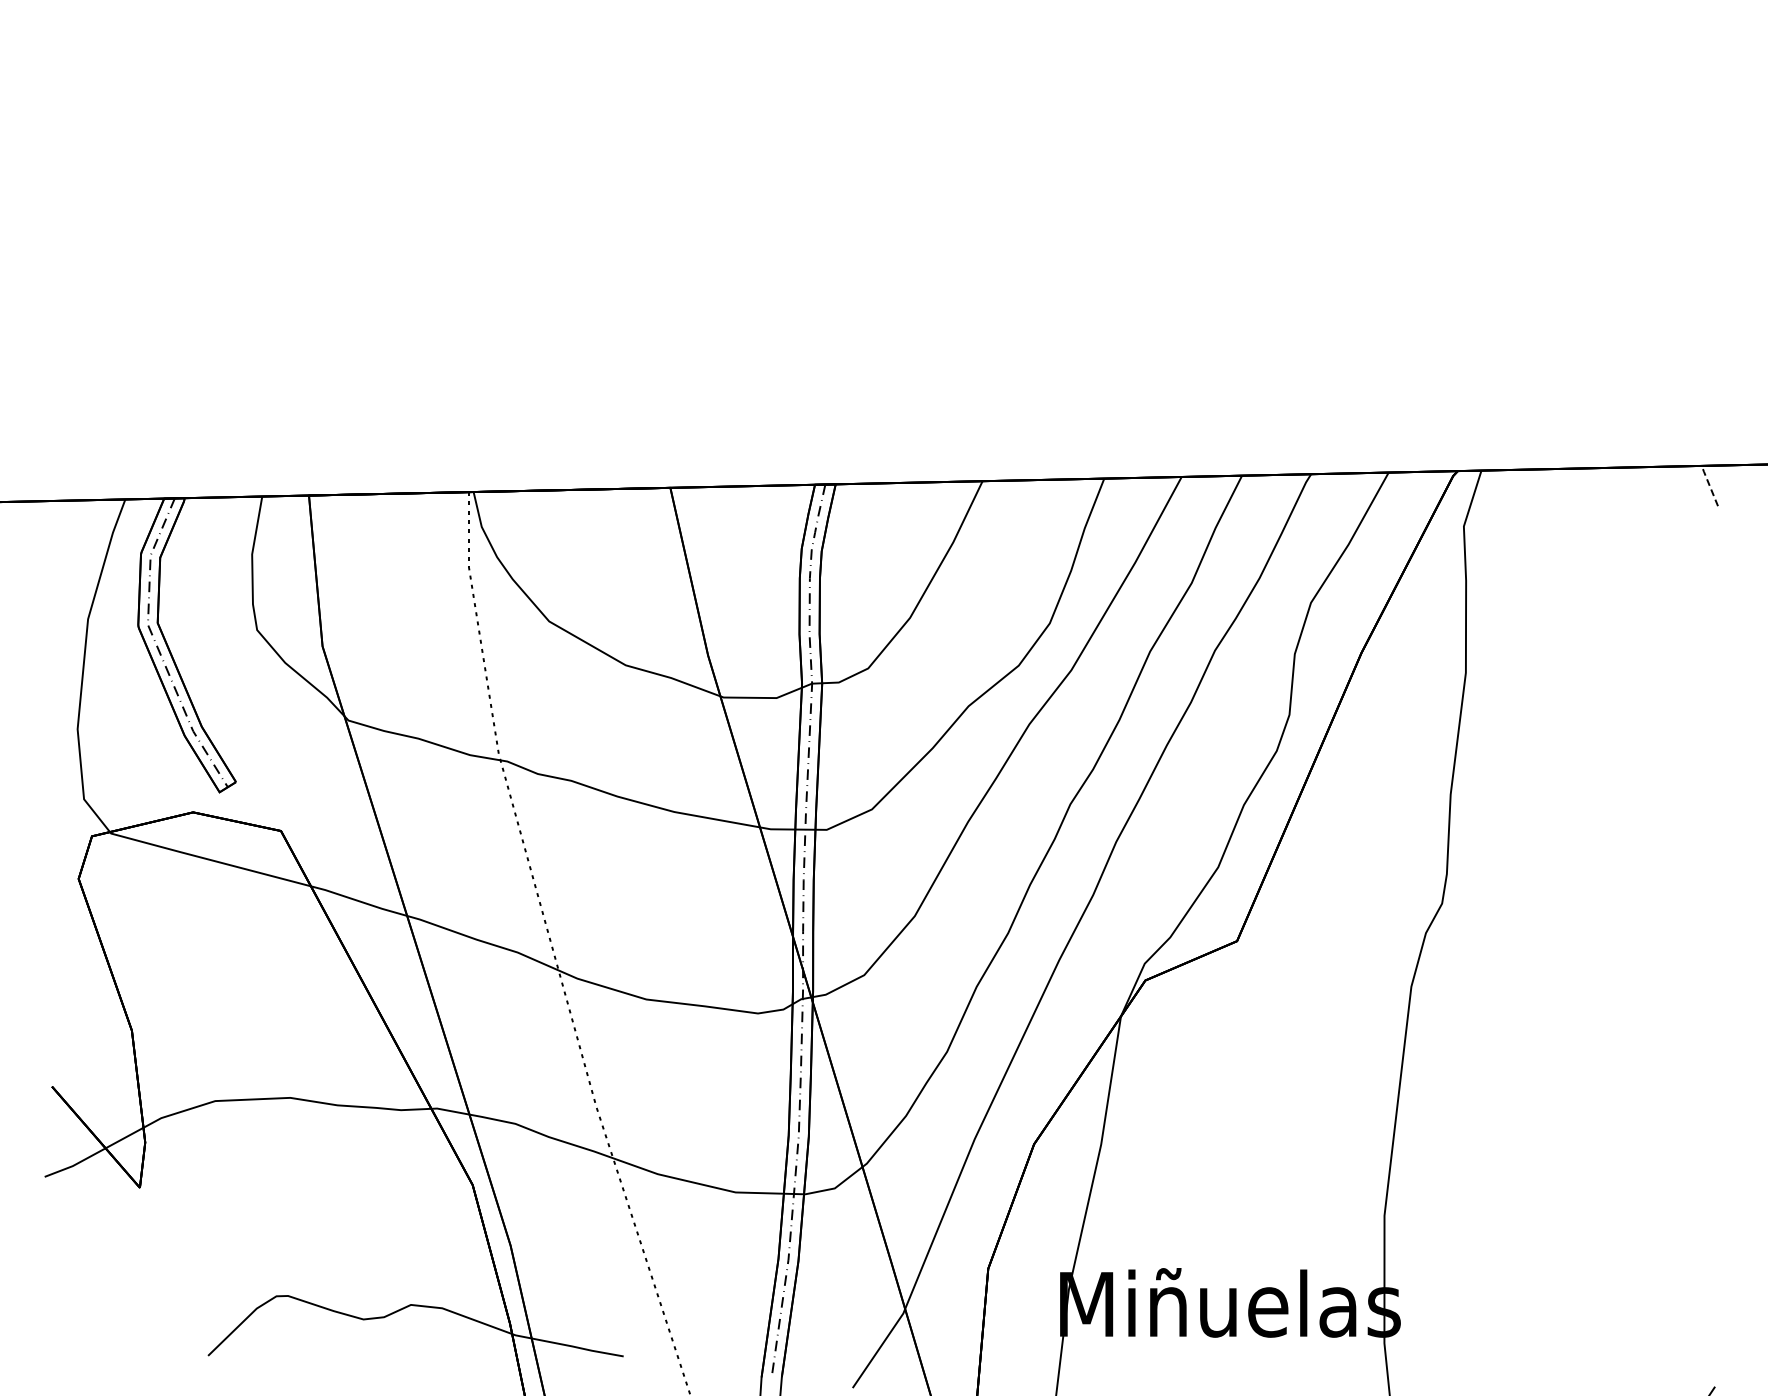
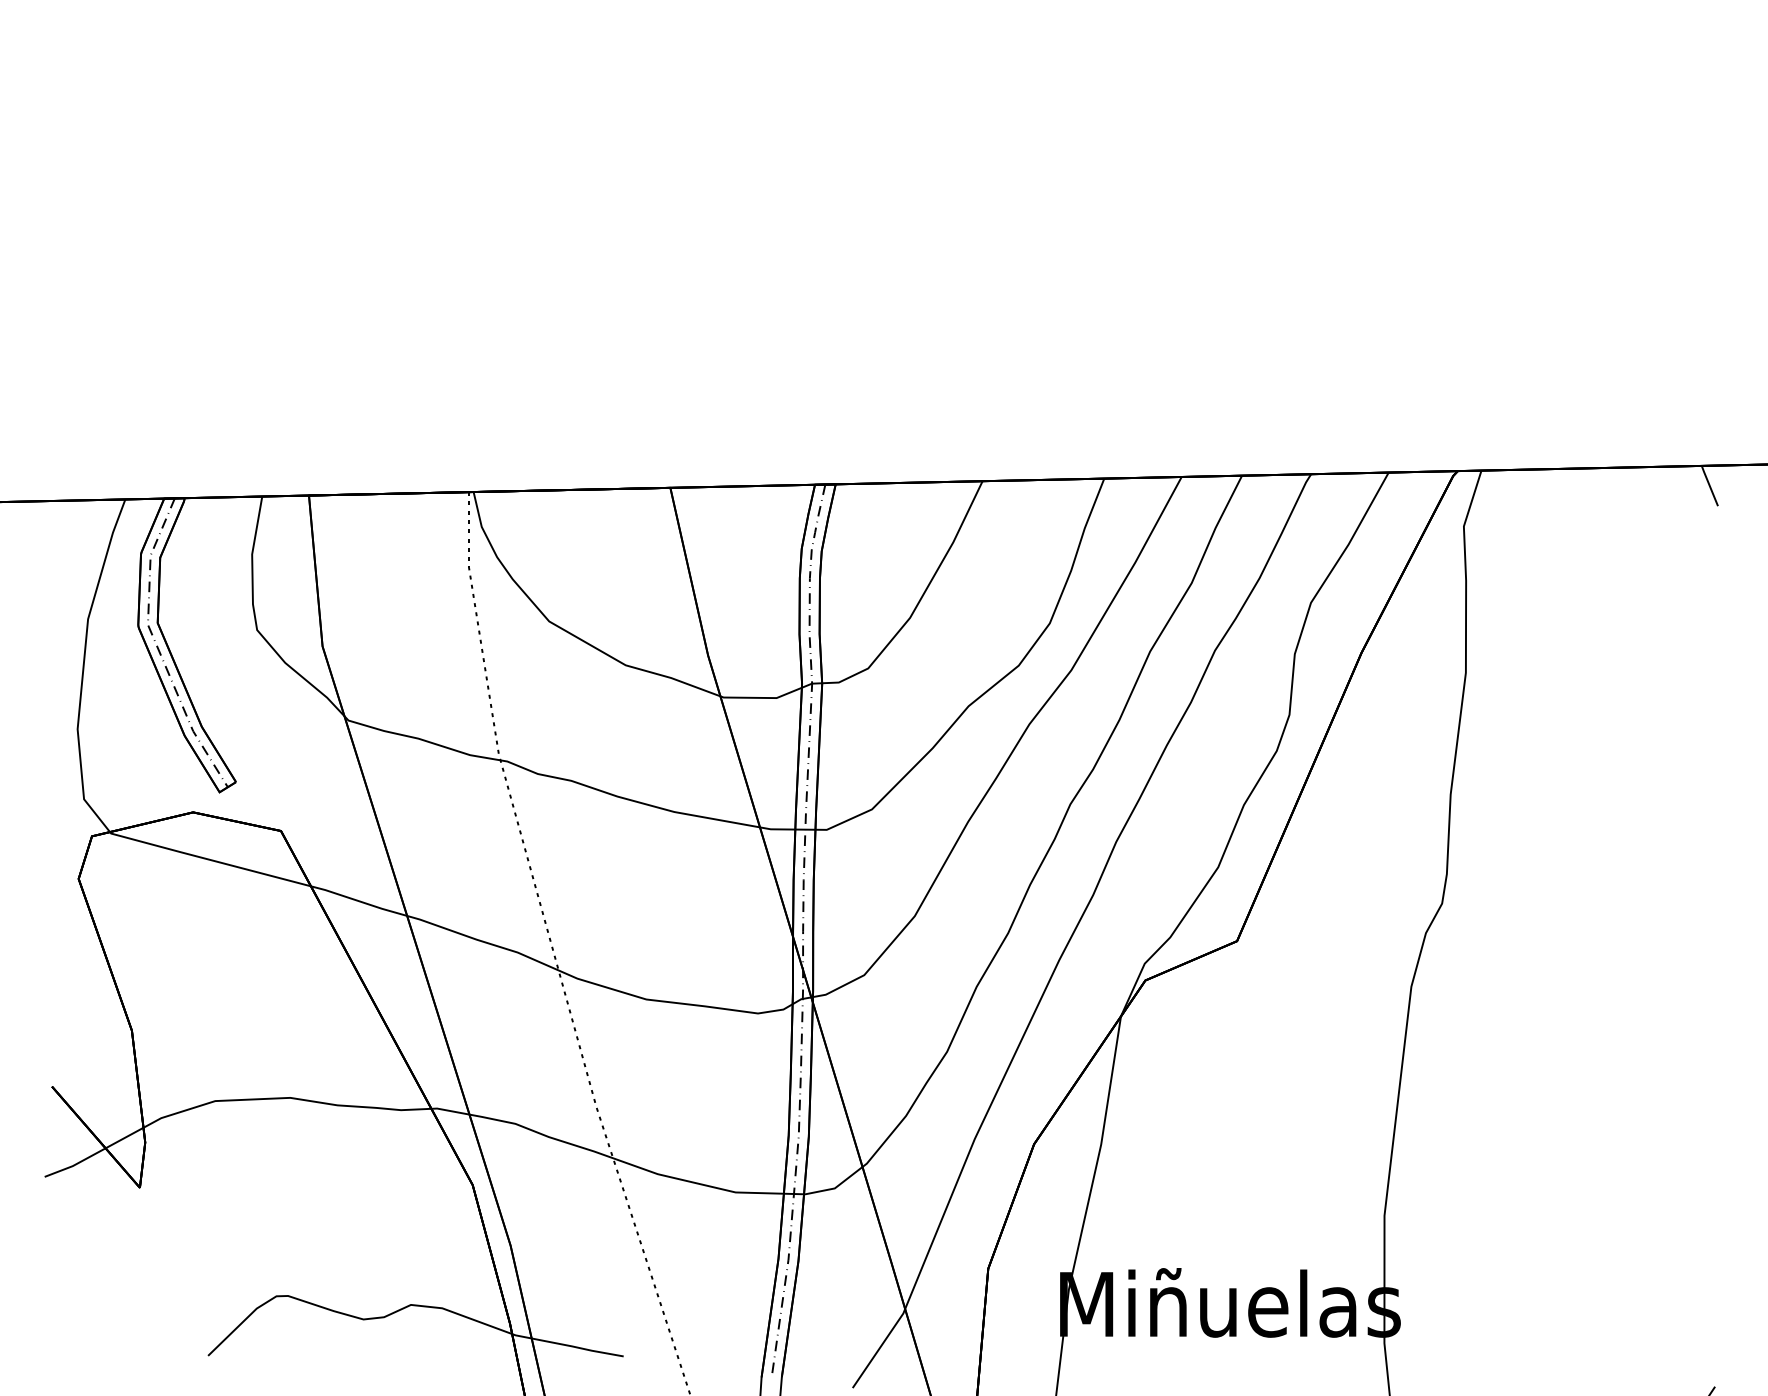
line at (1709, 485): dashed -> solid
